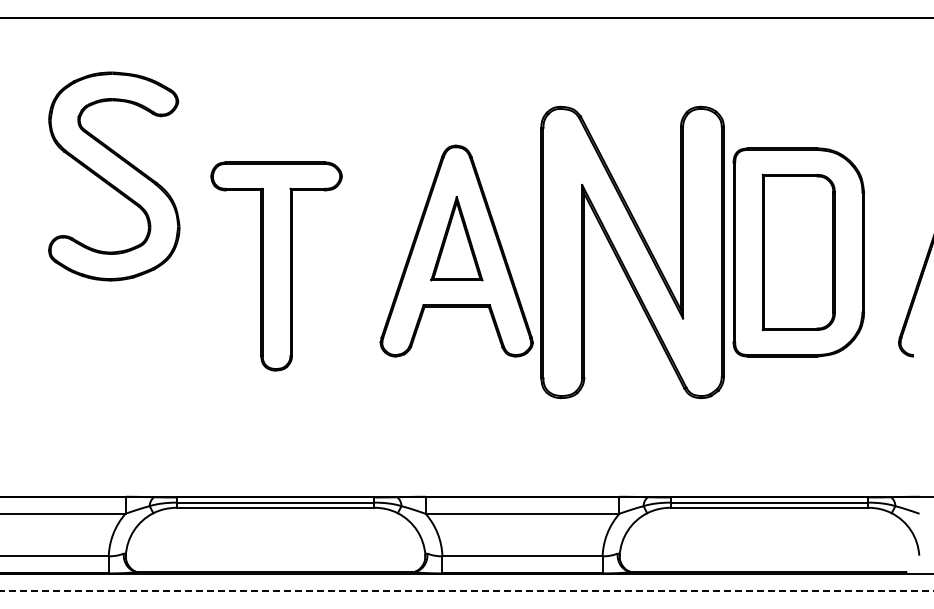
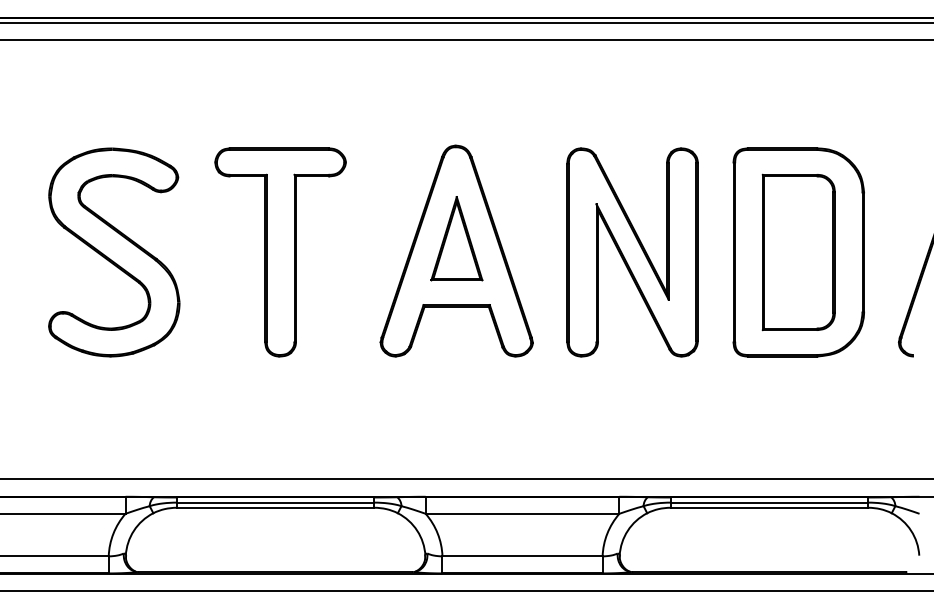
line at (466, 22): none -> present
line at (466, 39): none -> present
part at (114, 176) position: (114, 176) -> (114, 252)
part at (632, 252) size: 185x295 px -> 133x211 px
part at (276, 266) position: (276, 266) -> (280, 252)
line at (466, 479): none -> present
line at (466, 590): dashed -> solid
